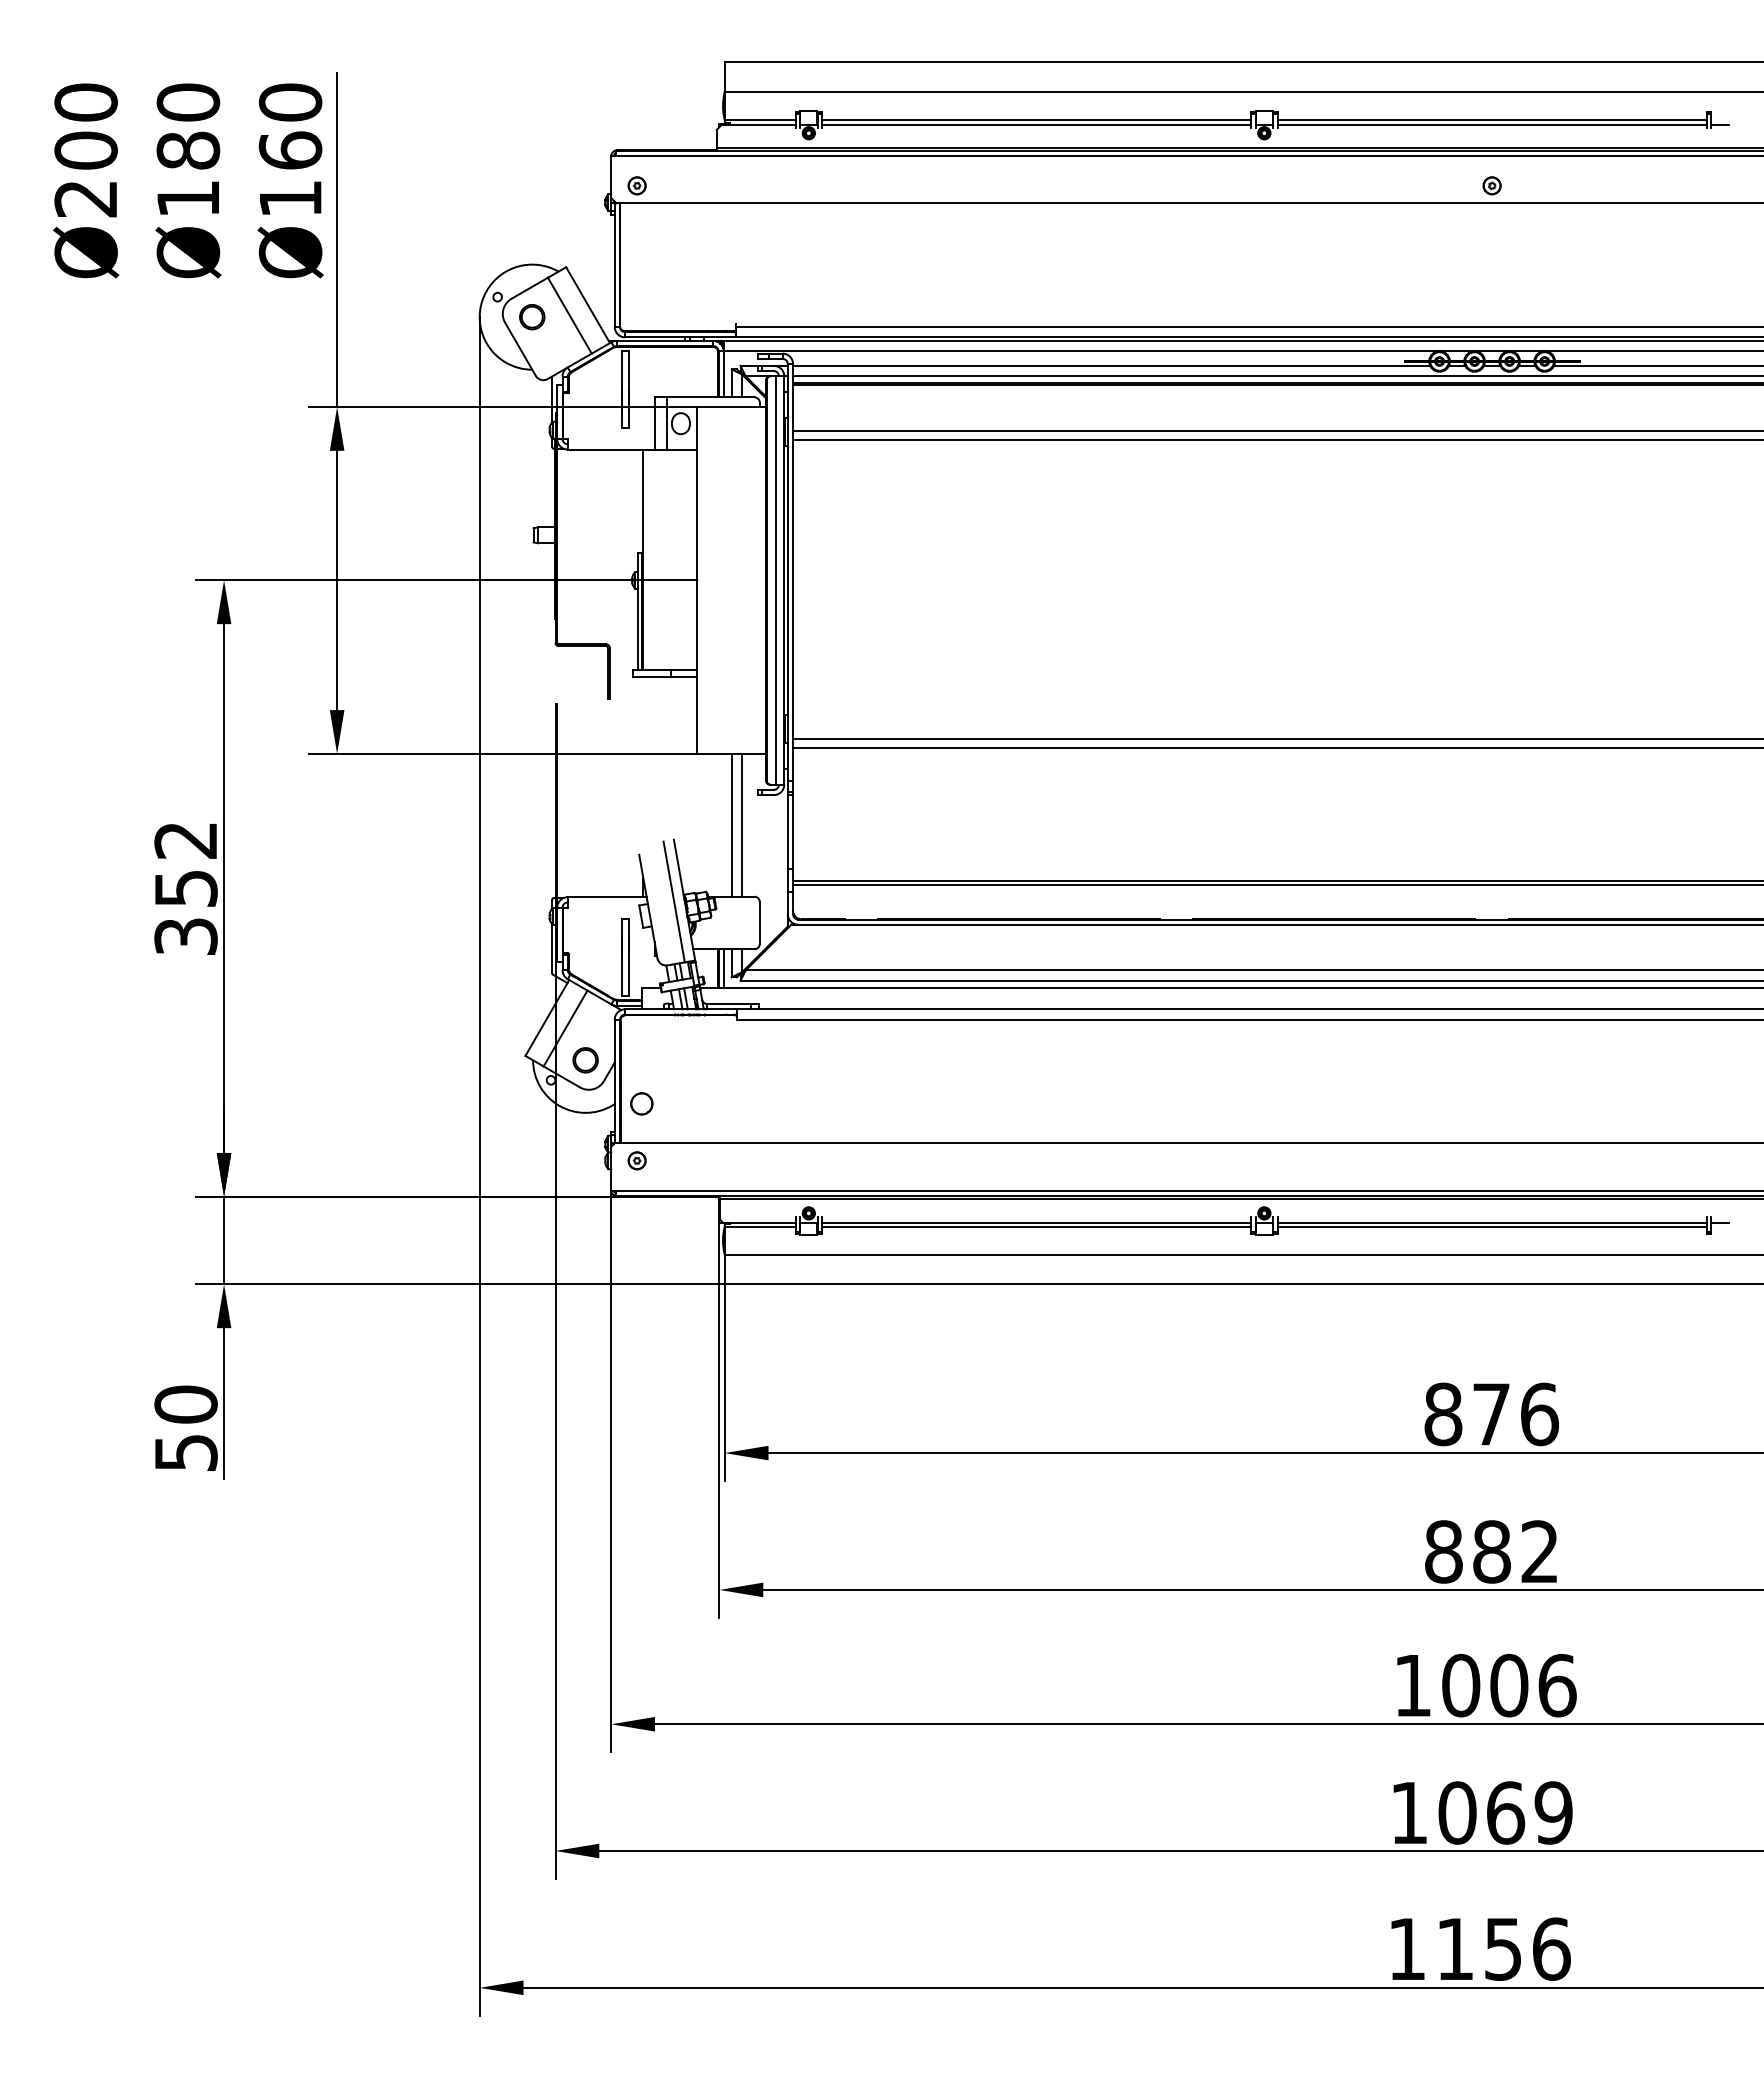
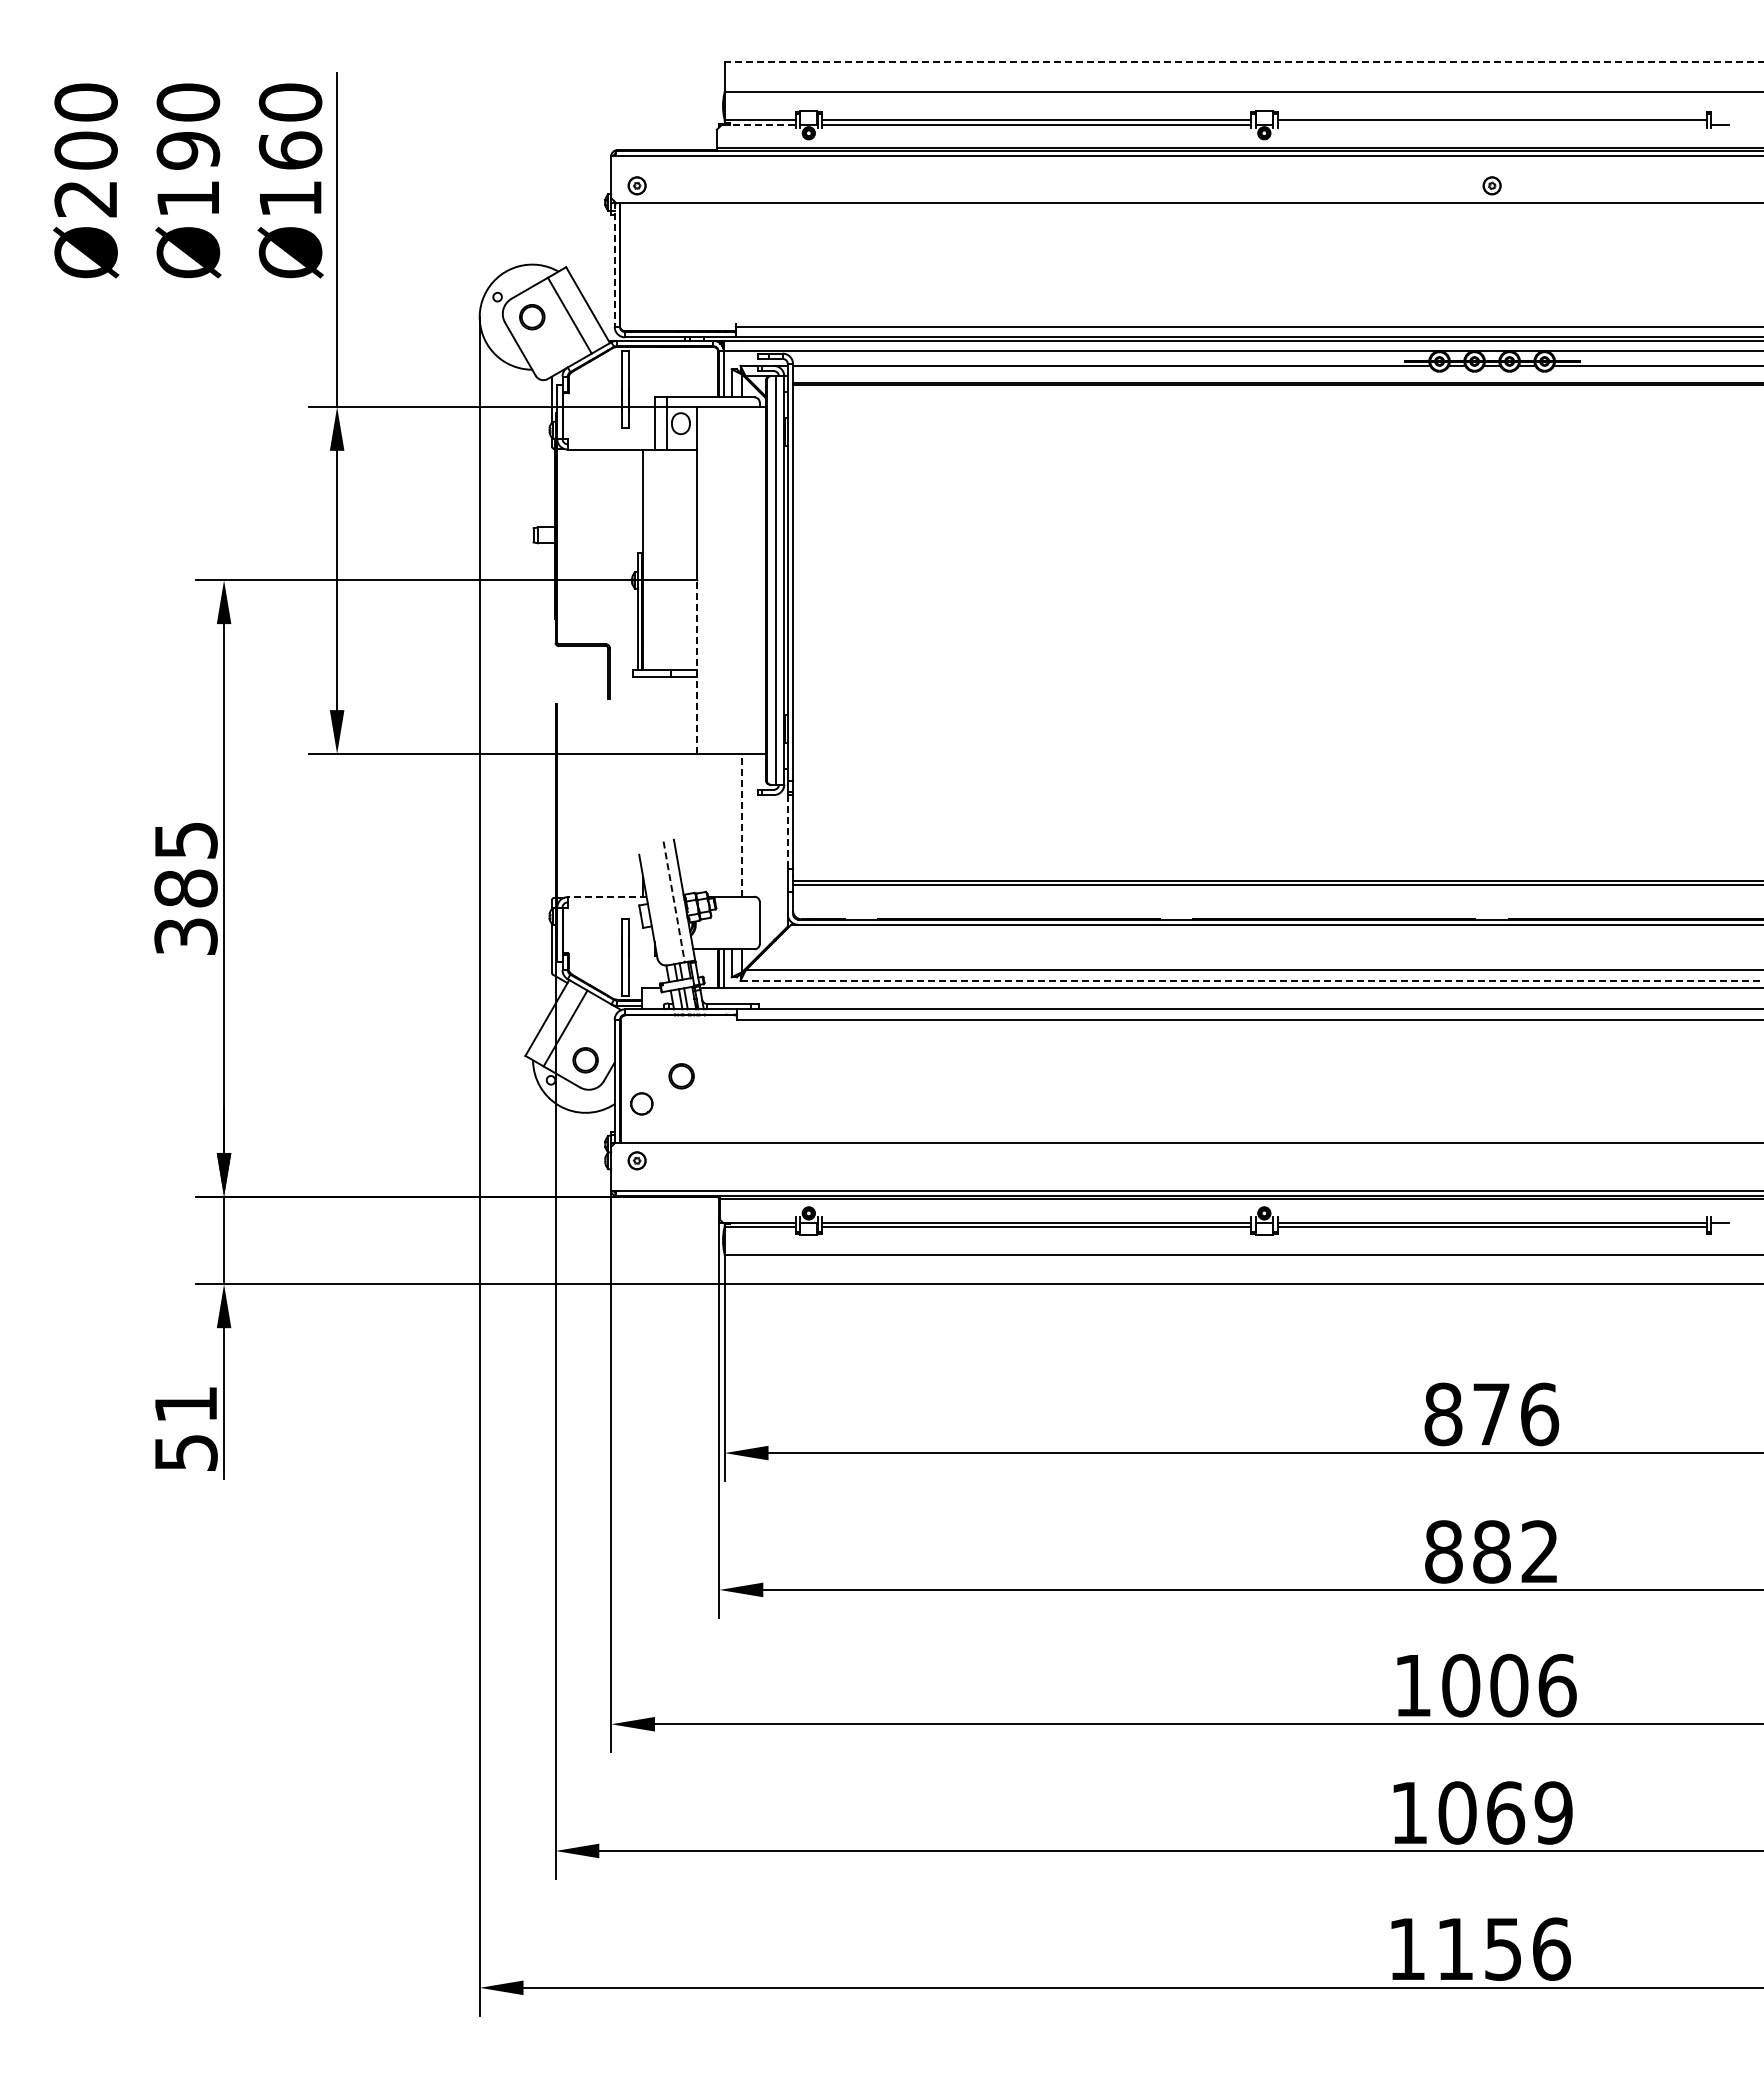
line at (1243, 62): solid -> dashed
line at (758, 124): solid -> dashed
line at (1491, 124): present -> none
text at (188, 150): Ø180 -> Ø190
line at (614, 264): solid -> dashed
line at (1276, 376): present -> none
line at (1276, 431): present -> none
line at (1276, 440): present -> none
line at (696, 667): solid -> dashed
line at (1276, 738): present -> none
line at (1276, 748): present -> none
line at (731, 824): present -> none
line at (742, 824): solid -> dashed
line at (787, 832): solid -> dashed
text at (185, 865): 352 -> 385
line at (606, 897): solid -> dashed
line at (674, 902): solid -> dashed
line at (1252, 980): solid -> dashed
part at (681, 1076): none -> present
text at (185, 1404): 50 -> 51
